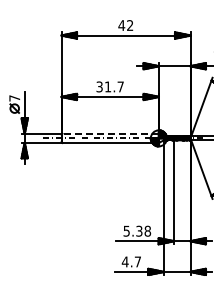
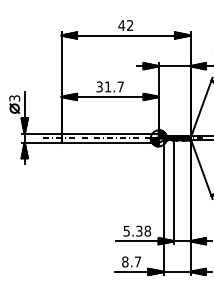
text at (14, 98): 7 -> 3
line at (110, 133): dashed -> solid
text at (124, 261): 4.7 -> 8.7
